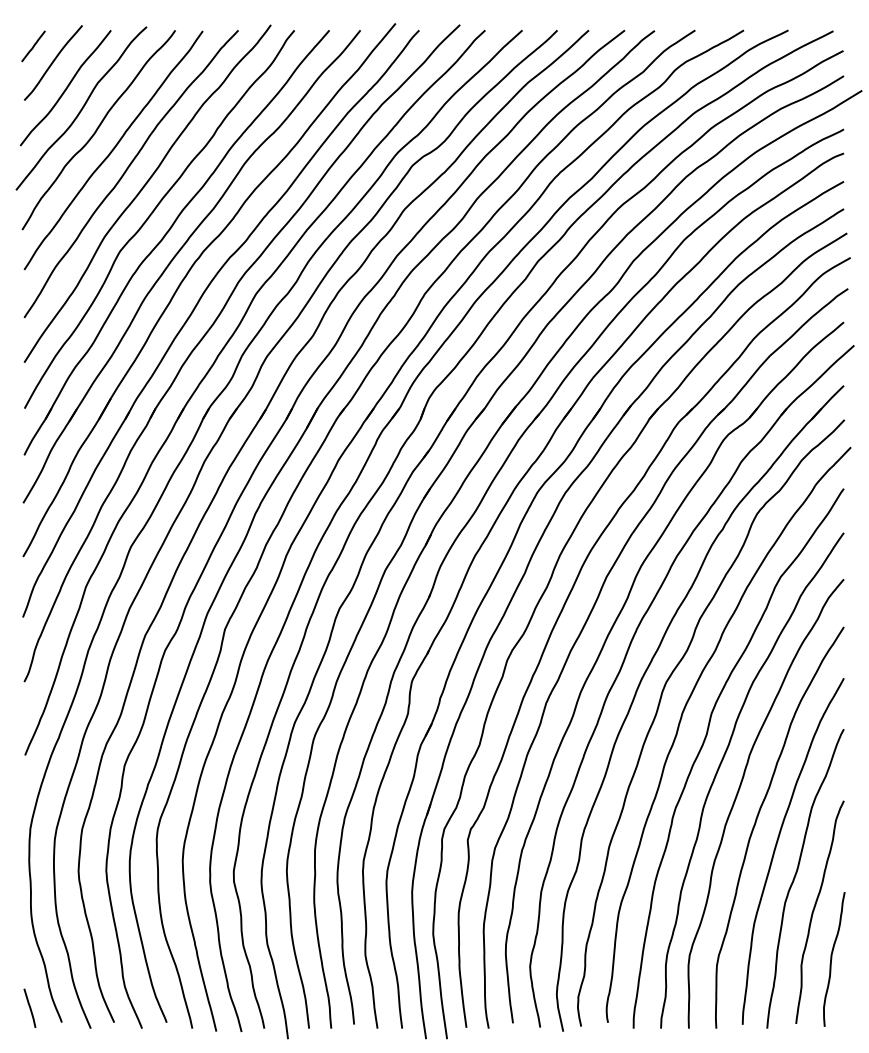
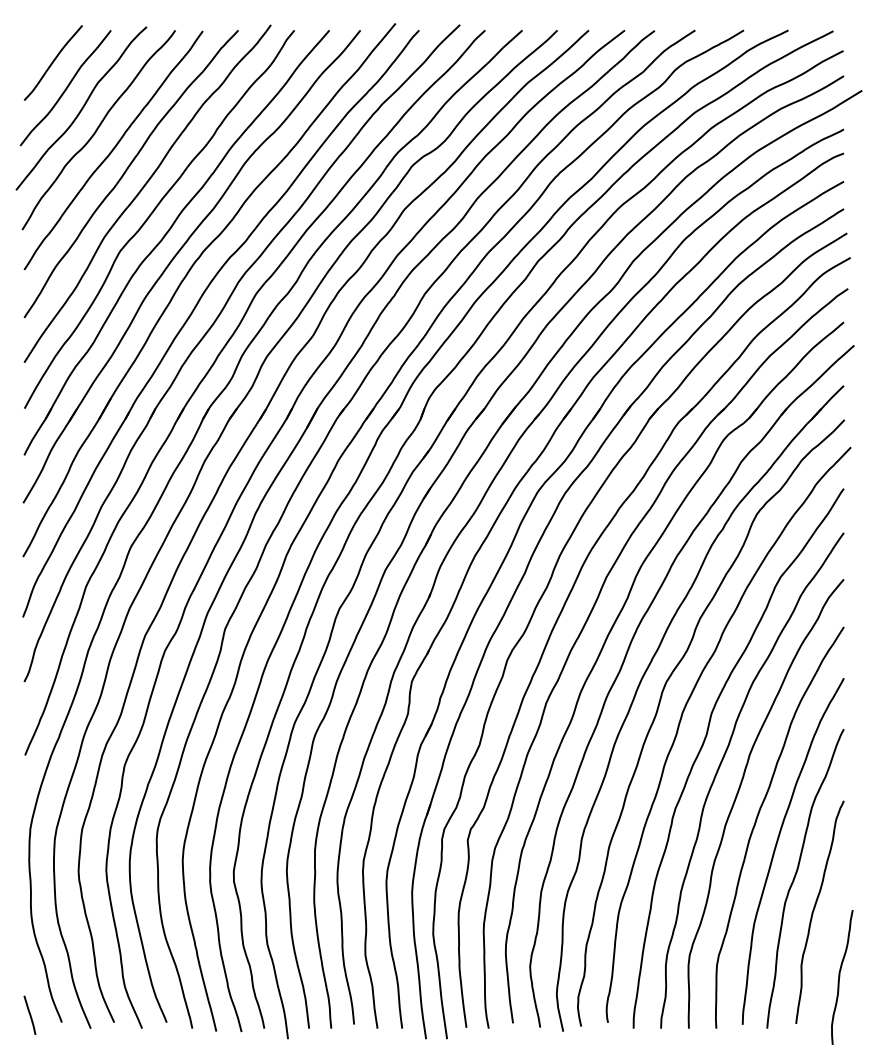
line at (33, 46): present -> none
curve at (832, 959) position: (832, 959) -> (840, 977)
line at (29, 1007) position: (29, 1007) -> (29, 1014)
